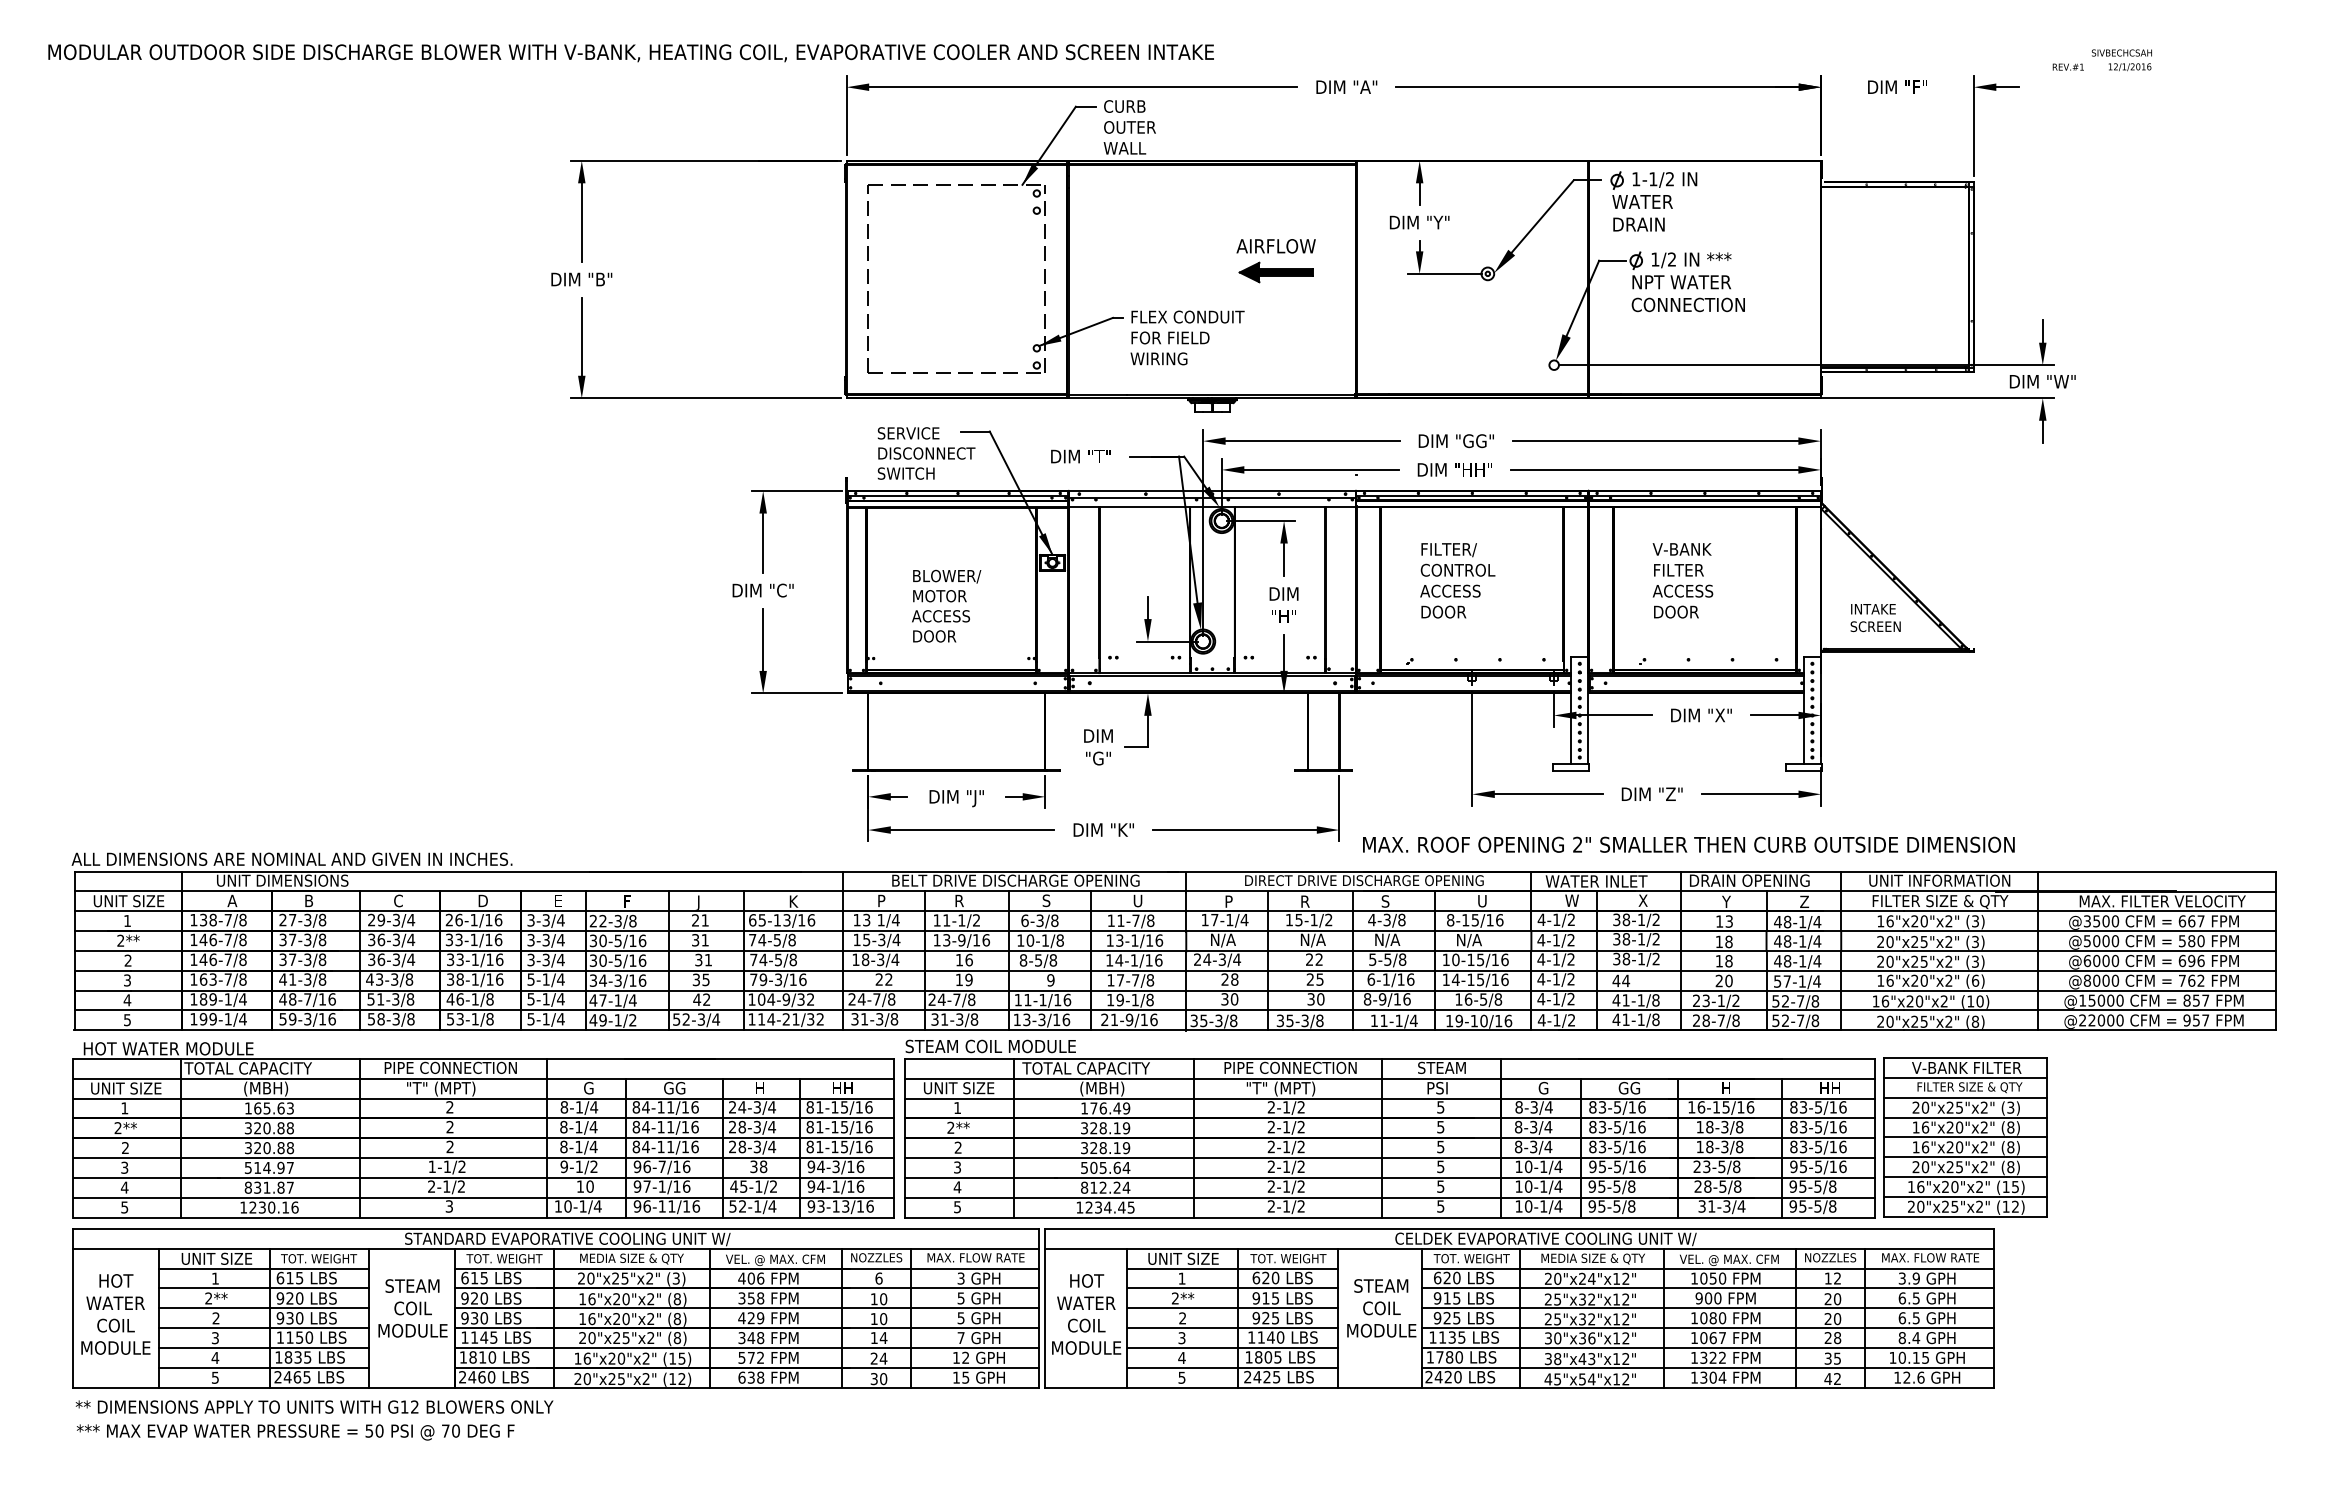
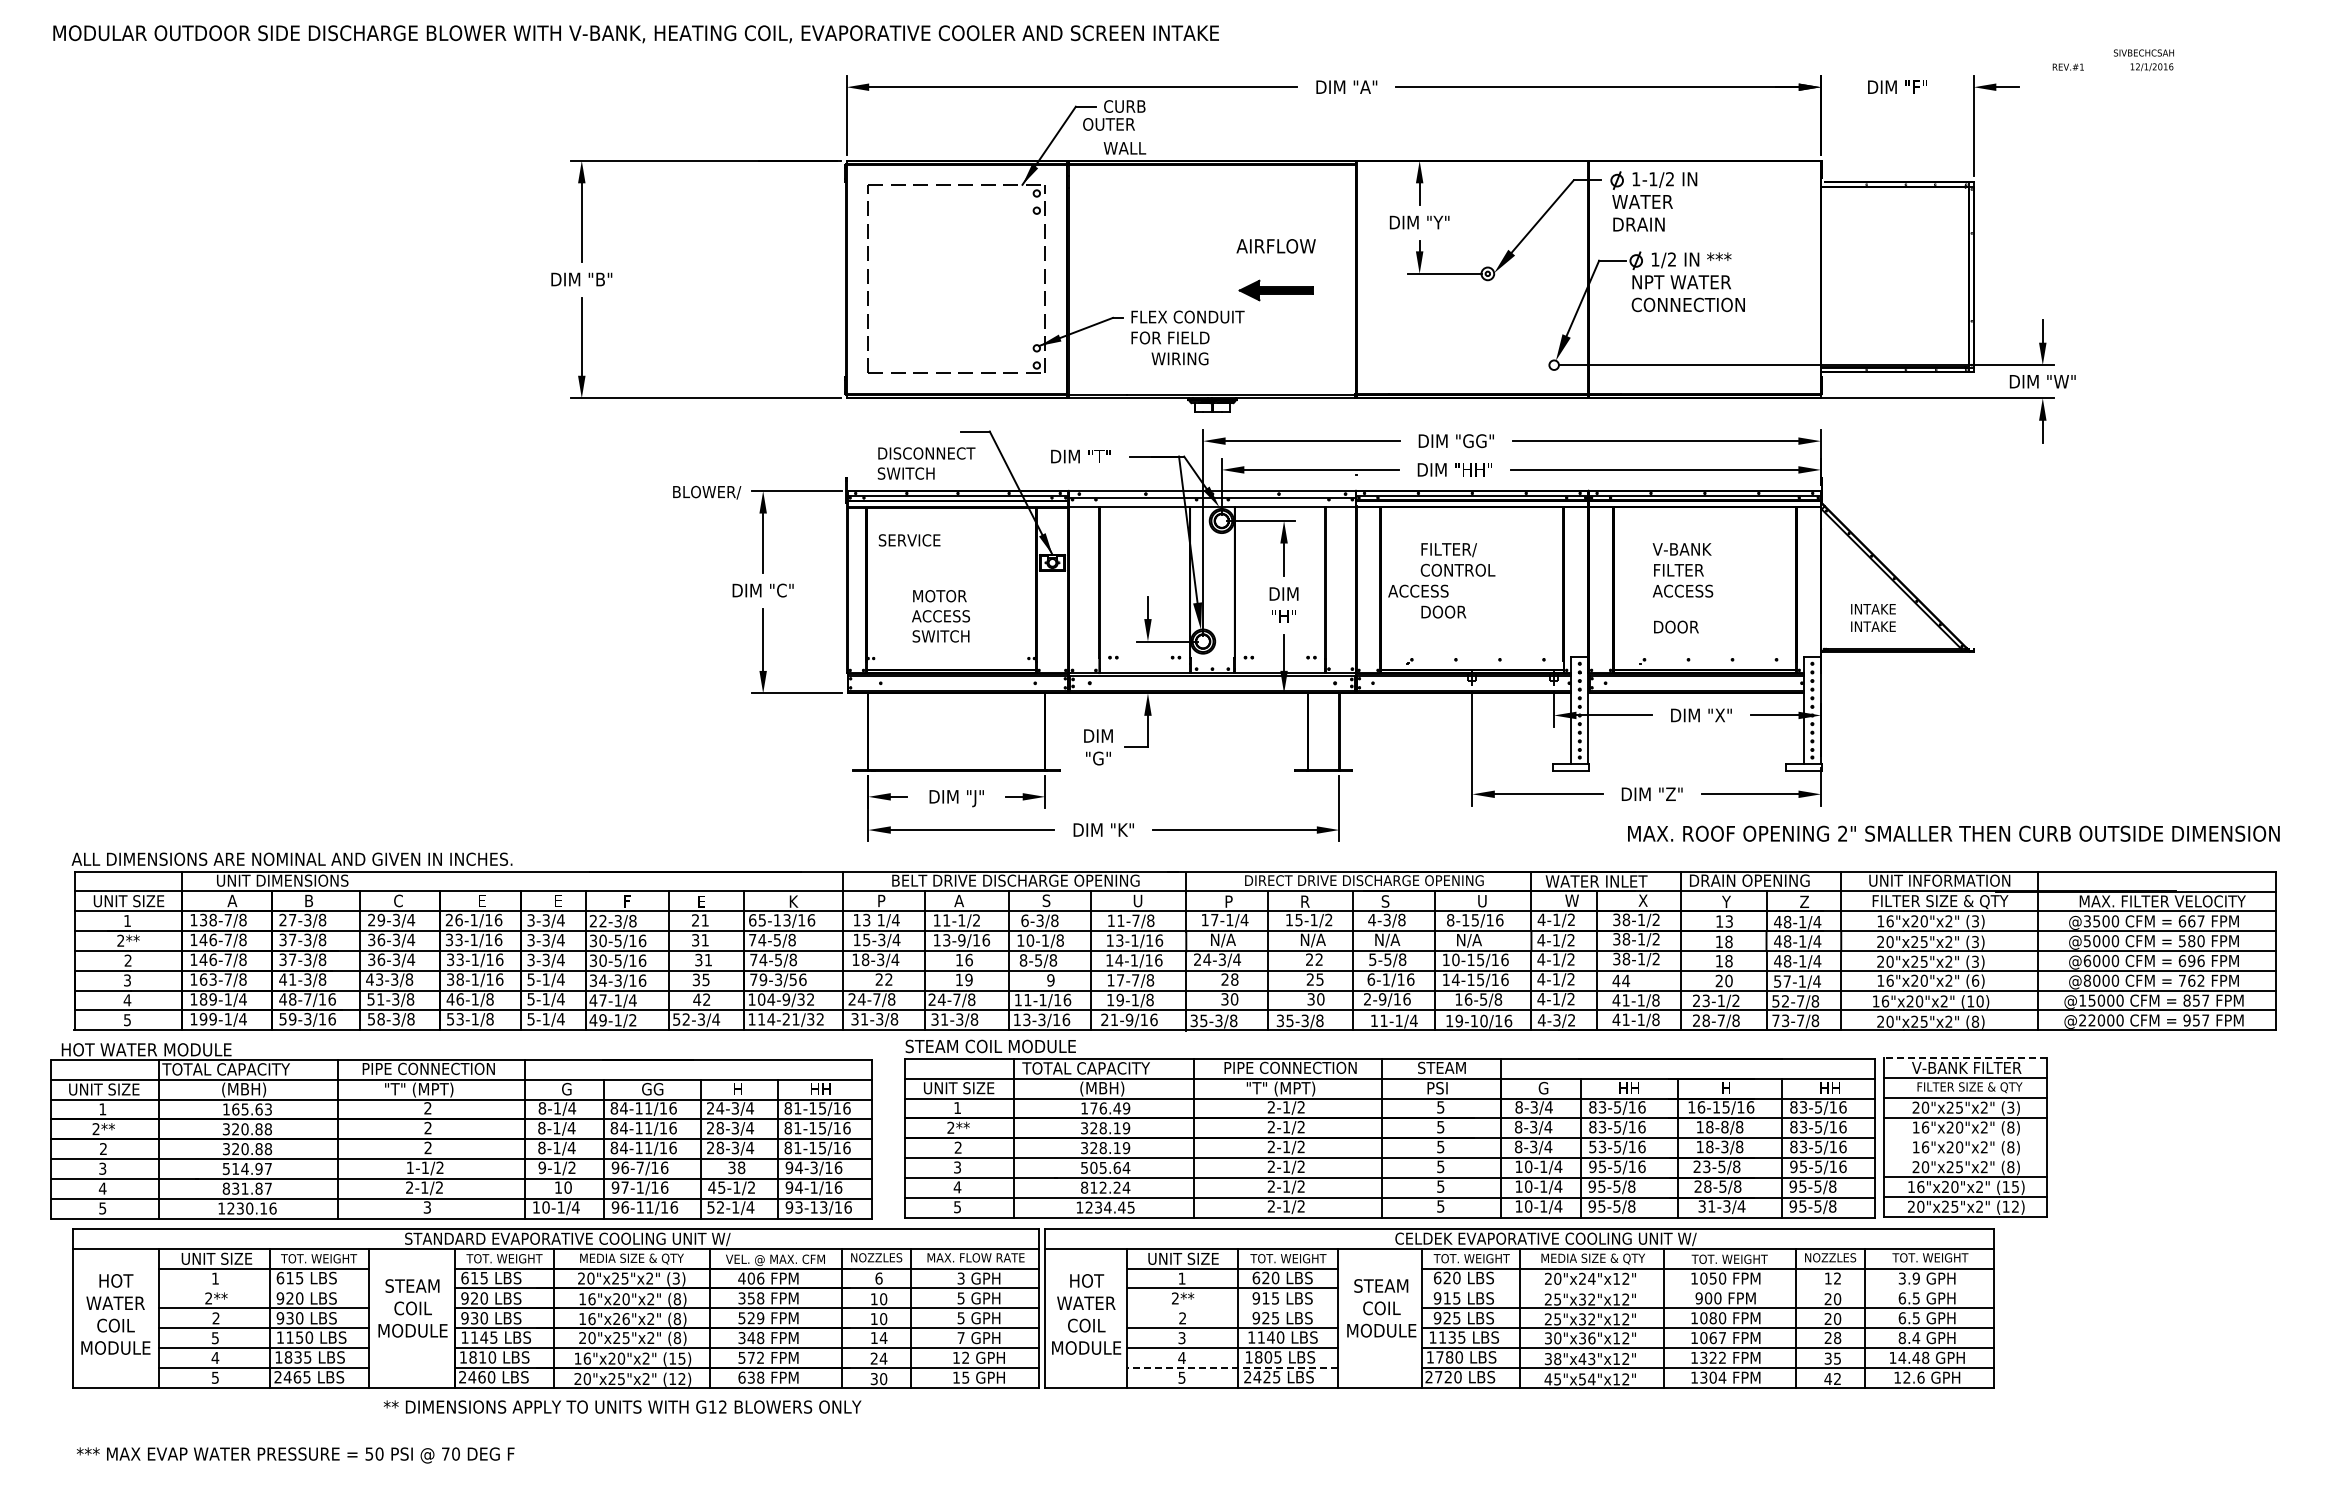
text at (630, 53) position: (630, 53) -> (635, 34)
text at (2121, 60) position: (2121, 60) -> (2143, 60)
text at (1129, 127) position: (1129, 127) -> (1108, 124)
part at (1275, 272) position: (1275, 272) -> (1275, 290)
text at (1158, 358) position: (1158, 358) -> (1179, 358)
text at (908, 433) position: (908, 433) -> (909, 540)
text at (947, 576) position: (947, 576) -> (707, 492)
text at (1450, 590) position: (1450, 590) -> (1418, 590)
text at (1676, 611) position: (1676, 611) -> (1676, 626)
text at (1875, 626): SCREEN -> INTAKE
text at (940, 636): DOOR -> SWITCH
text at (1688, 844) position: (1688, 844) -> (1953, 833)
text at (482, 900): D -> E
text at (958, 900): R -> A
text at (700, 902): J -> E
text at (792, 979): 79-3/16 -> 79-3/56
text at (1367, 999): 8-9/16 -> 2-9/16
text at (1556, 1020): 4-1/2 -> 4-3/2
text at (1780, 1020): 52-7/8 -> 73-7/8
line at (1965, 1058): solid -> dashed
text at (1629, 1087): GG -> HH
text at (1724, 1127): 18-3/8 -> 18-8/8
part at (483, 1130) position: (483, 1130) -> (461, 1131)
line at (1965, 1137): present -> none
text at (1592, 1146): 83-5/16 -> 53-5/16
line at (1965, 1157): present -> none
text at (1930, 1257): MAX. FLOW RATE -> TOT. WEIGHT
text at (1728, 1259): VEL. @ MAX. CFM -> TOT. WEIGHT
line at (263, 1288): present -> none
line at (1707, 1288): present -> none
line at (1232, 1308): present -> none
text at (625, 1318): 16"x20"x2" -> 16"x26"x2"
text at (741, 1318): 429 -> 529
text at (215, 1337): 3 -> 5
text at (1913, 1357): 10.15 -> 14.48
line at (1232, 1367): solid -> dashed
text at (1438, 1377): 2420 -> 2720
text at (314, 1406) position: (314, 1406) -> (622, 1406)
text at (295, 1432) position: (295, 1432) -> (295, 1455)
